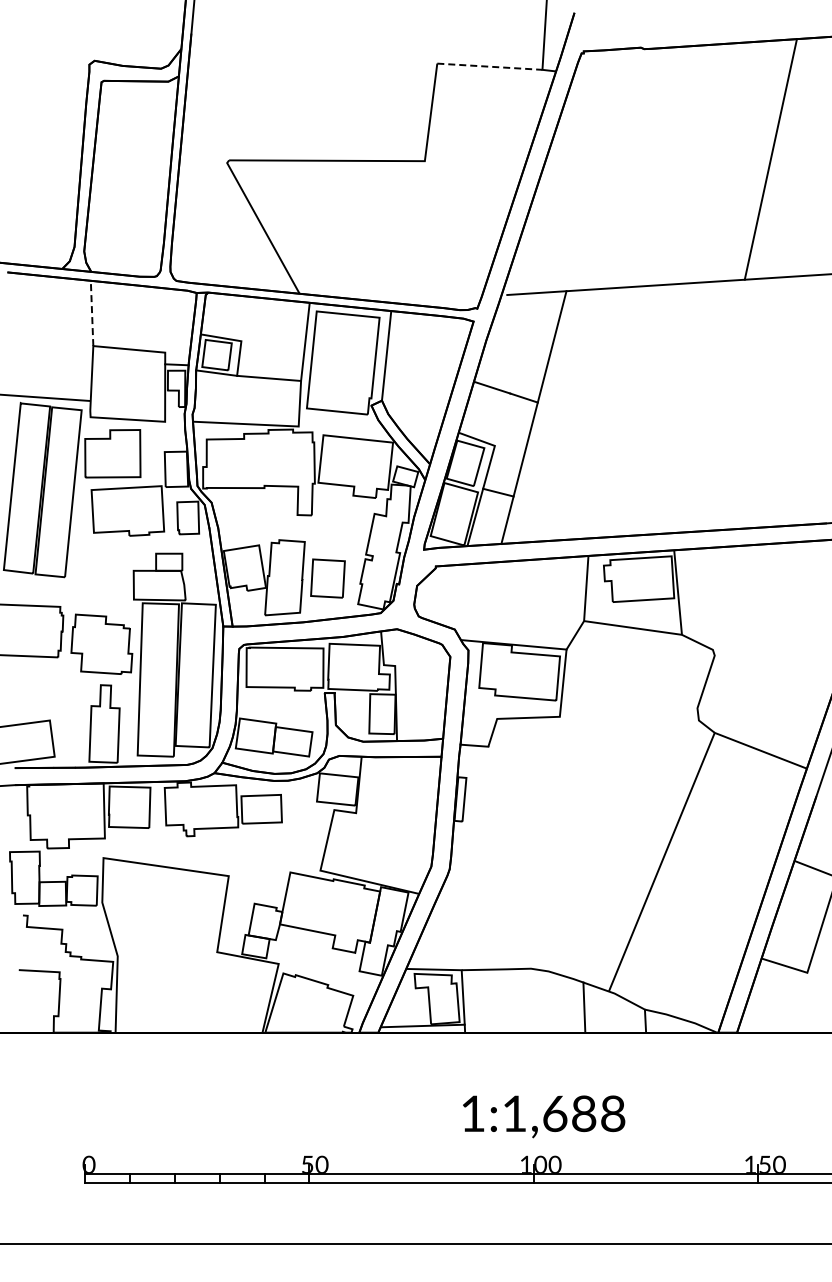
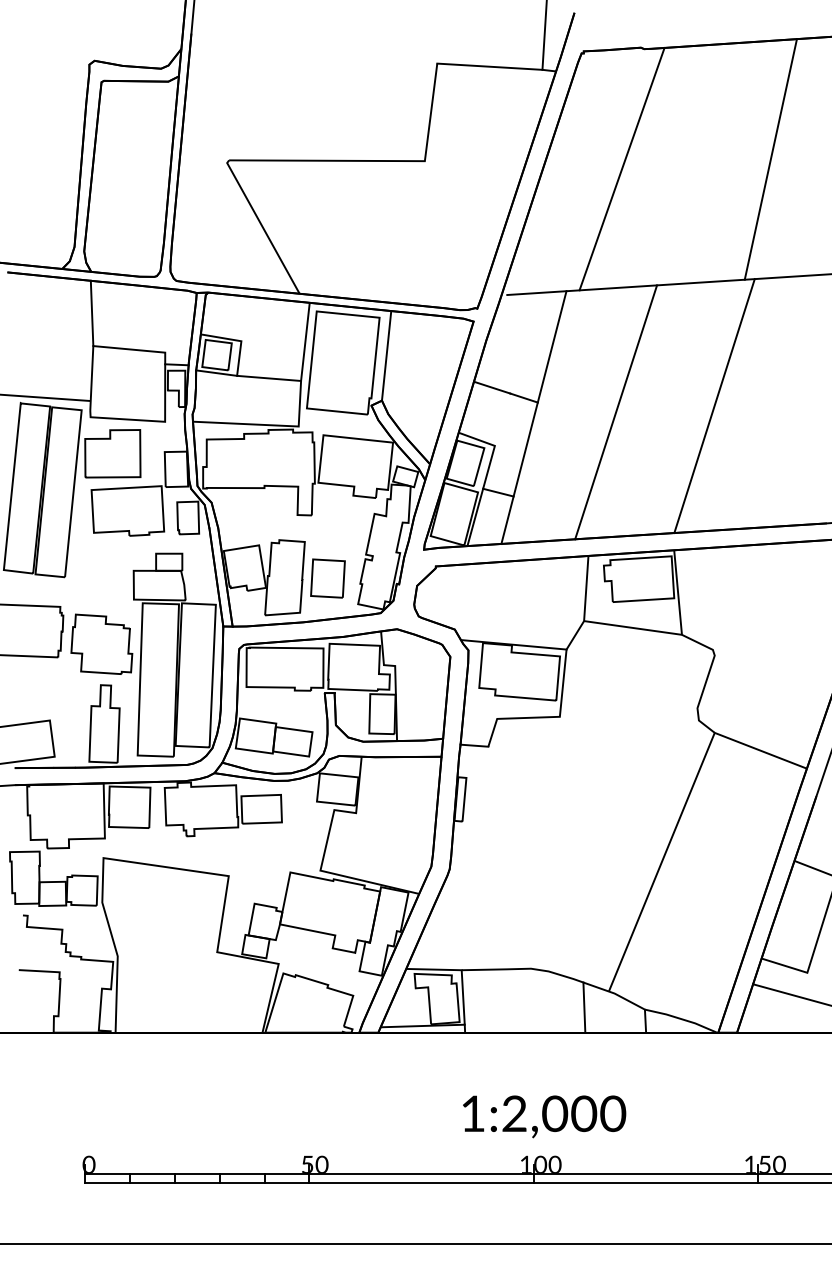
line at (489, 66): dashed -> solid
line at (621, 168): none -> present
line at (92, 313): dashed -> solid
line at (714, 406): none -> present
line at (616, 412): none -> present
line at (790, 994): none -> present
text at (564, 1113): 1:1,688 -> 1:2,000
